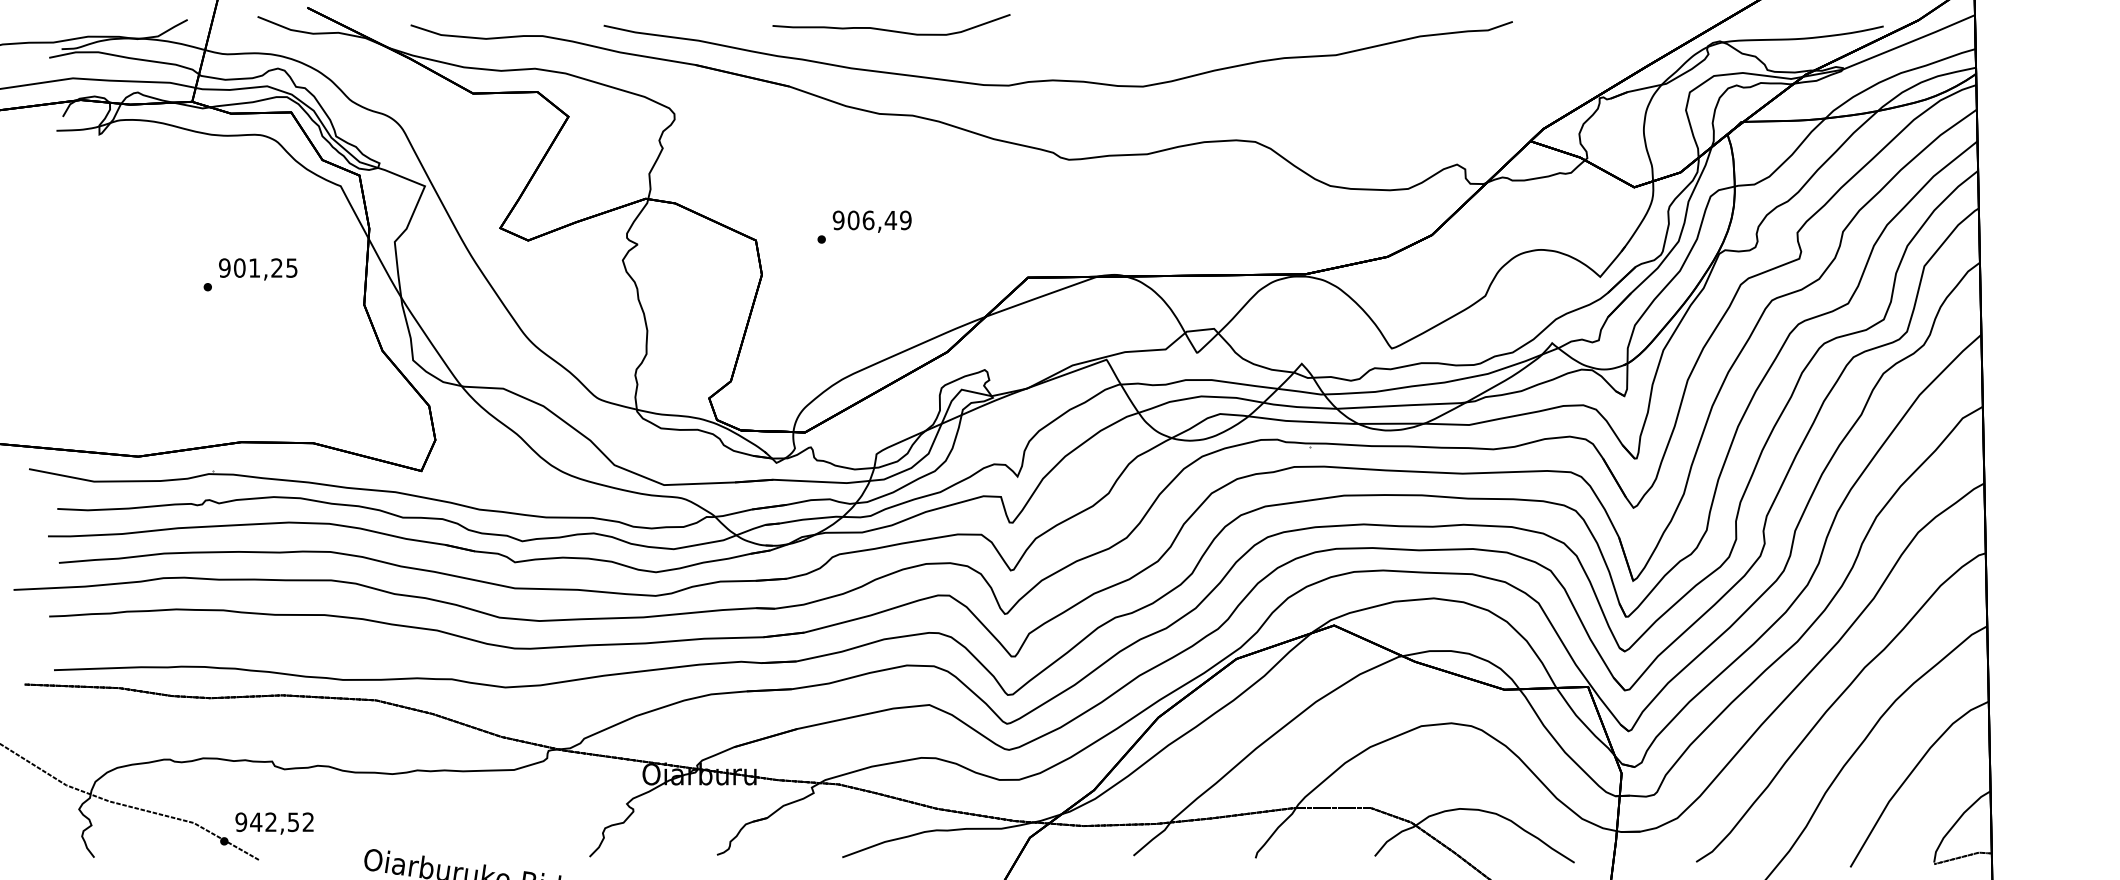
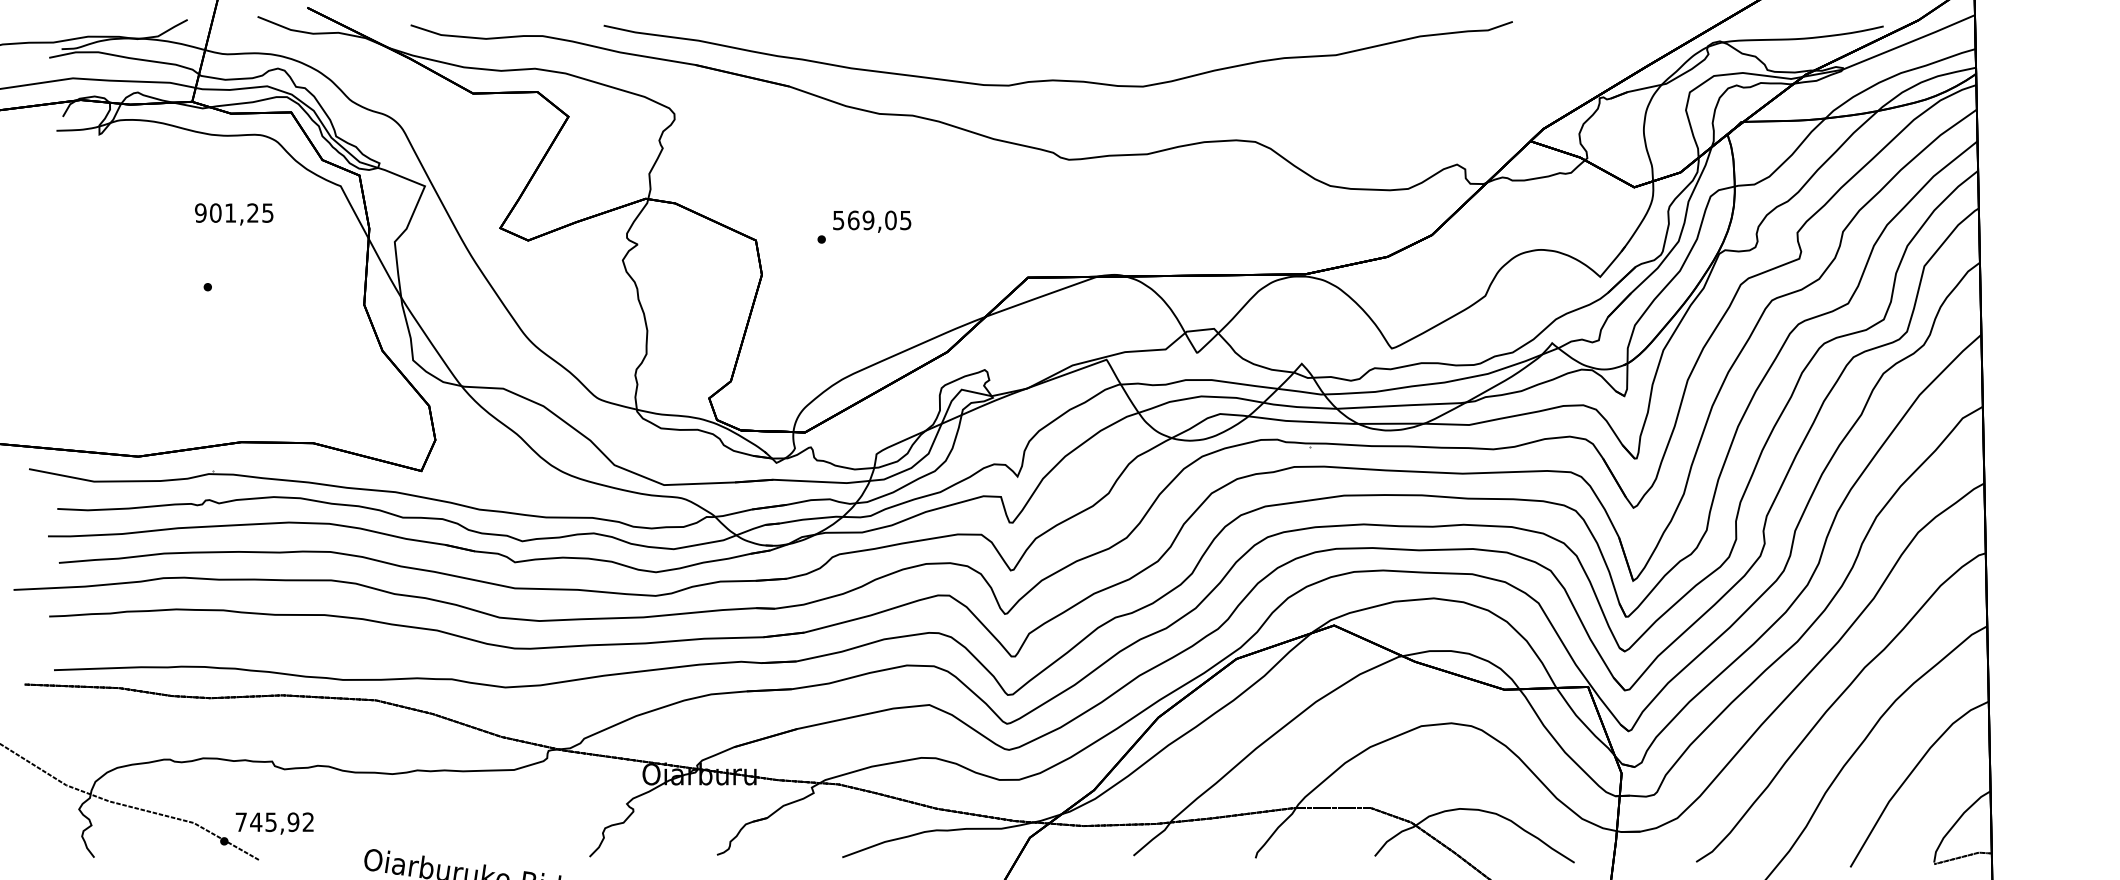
curve at (889, 29): present -> none
text at (871, 220): 906,49 -> 569,05
text at (258, 269) position: (258, 269) -> (234, 214)
text at (267, 822): 942,52 -> 745,92
